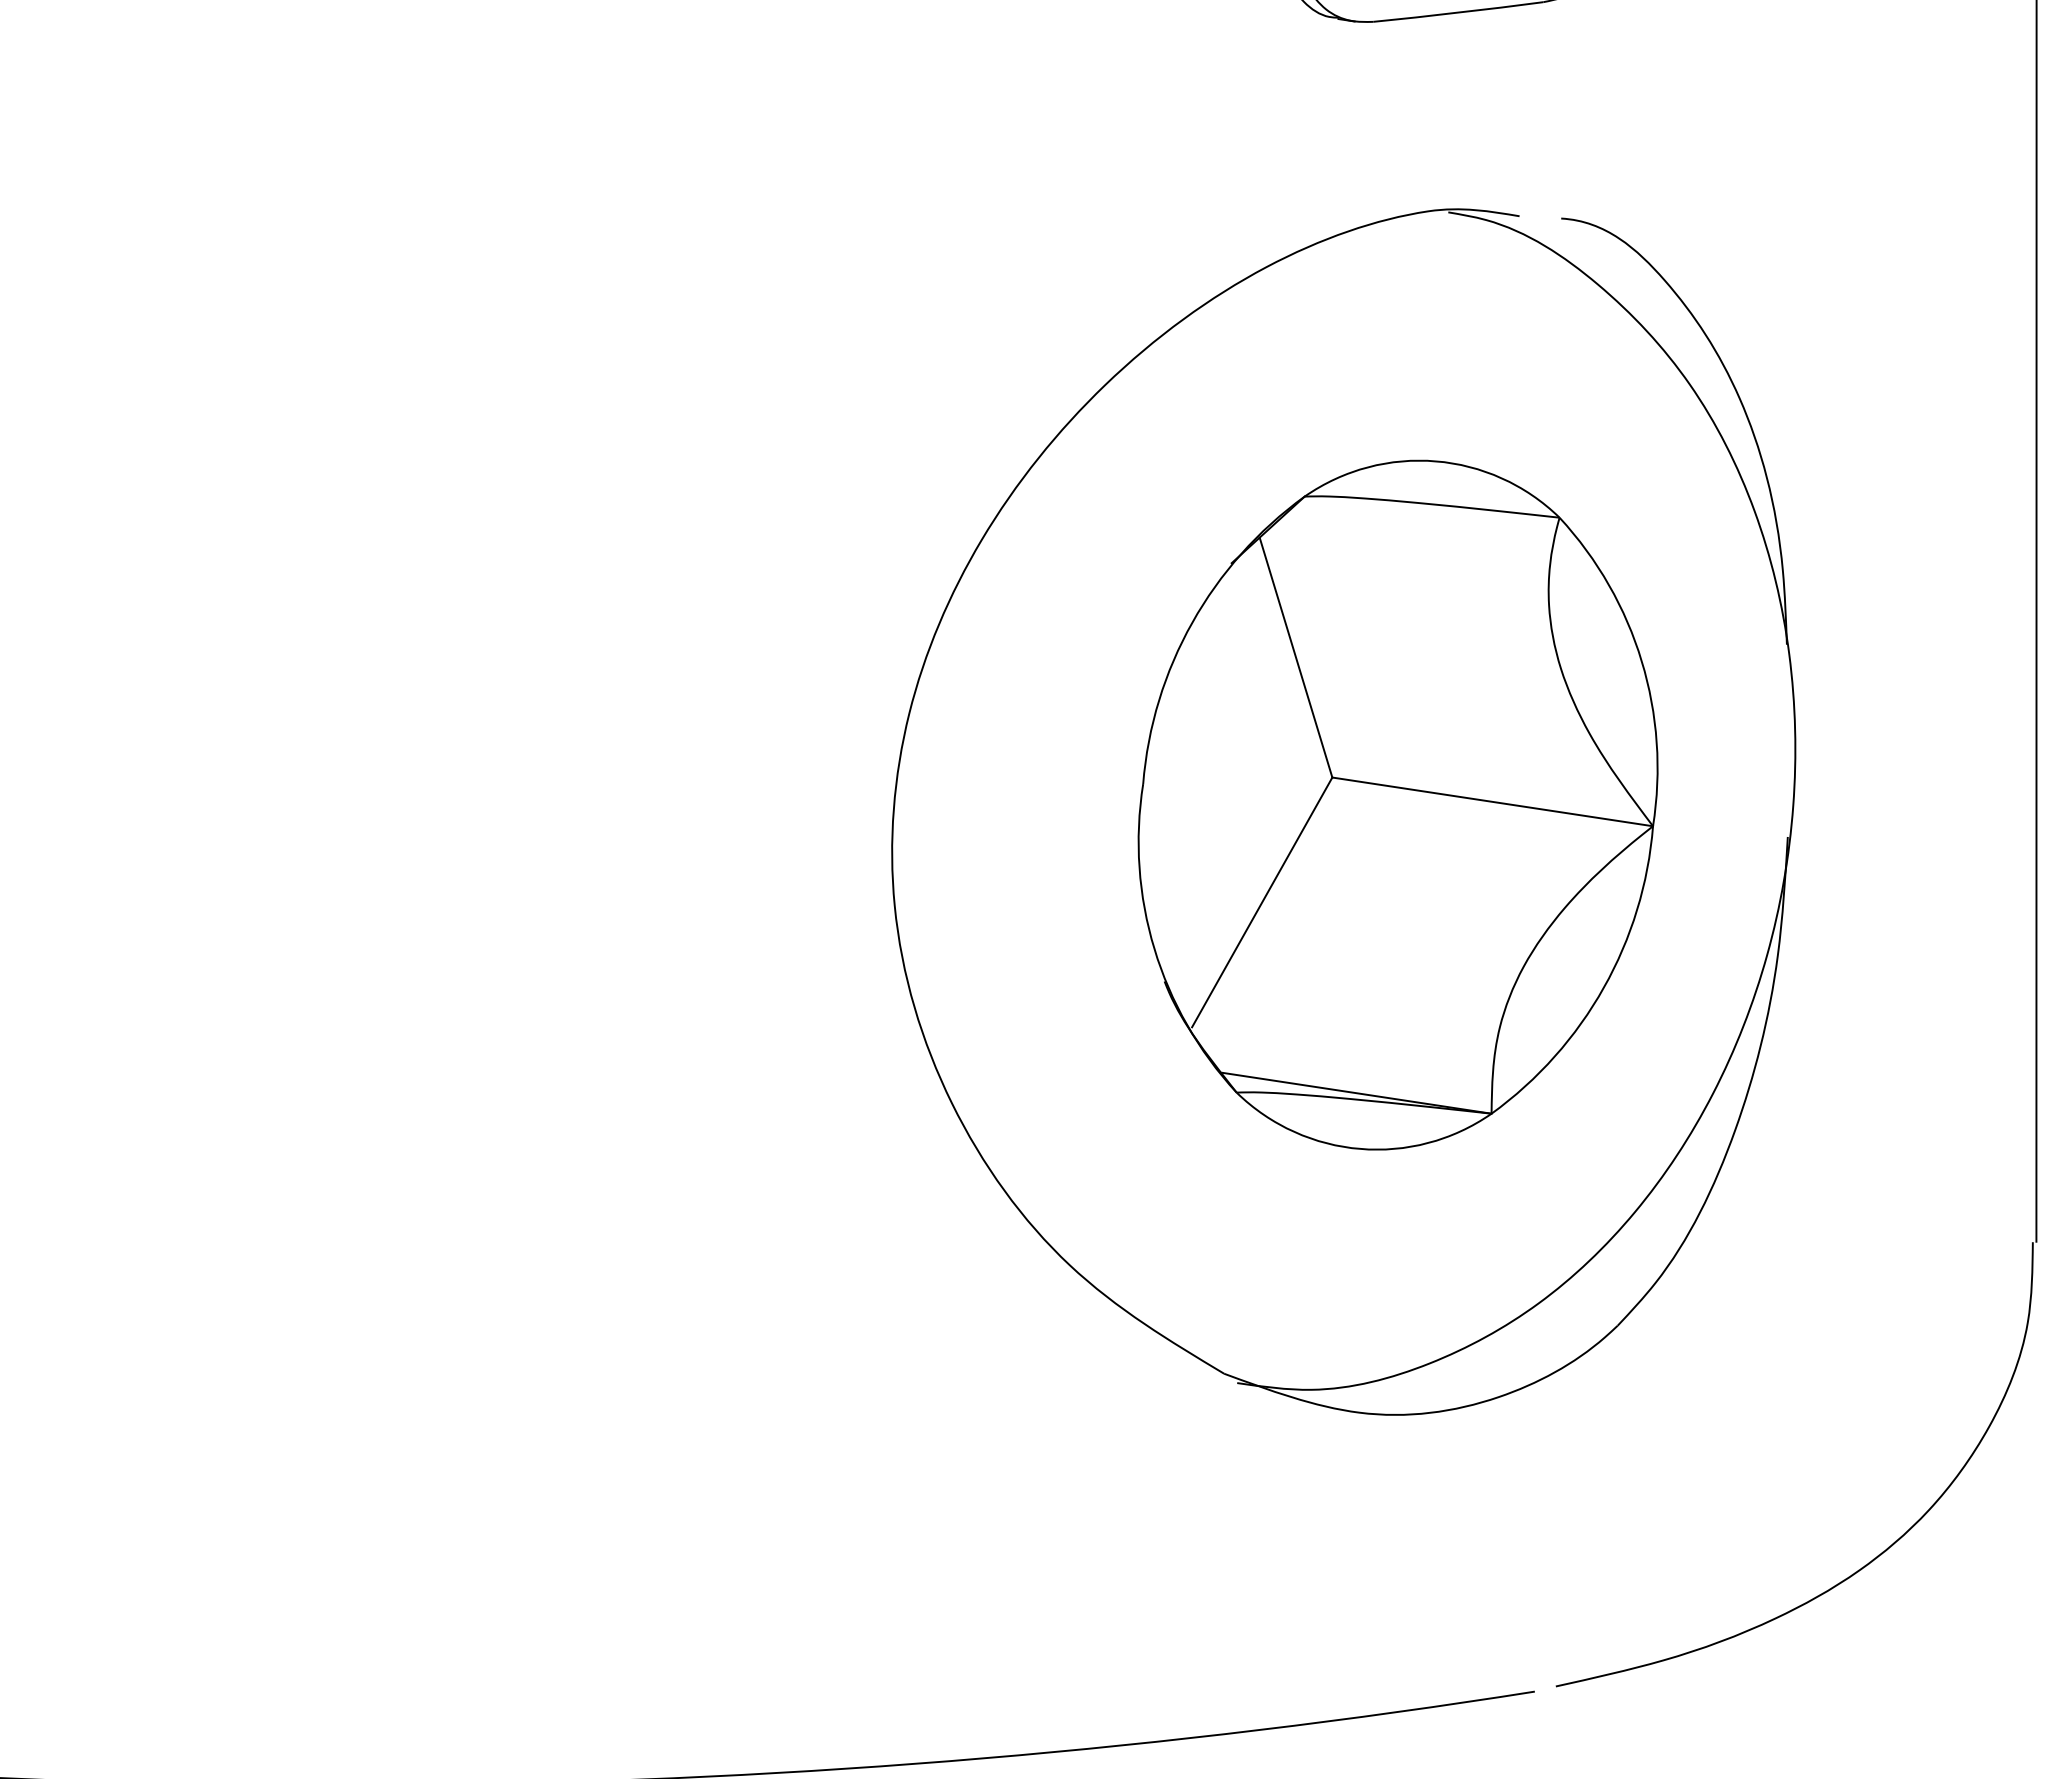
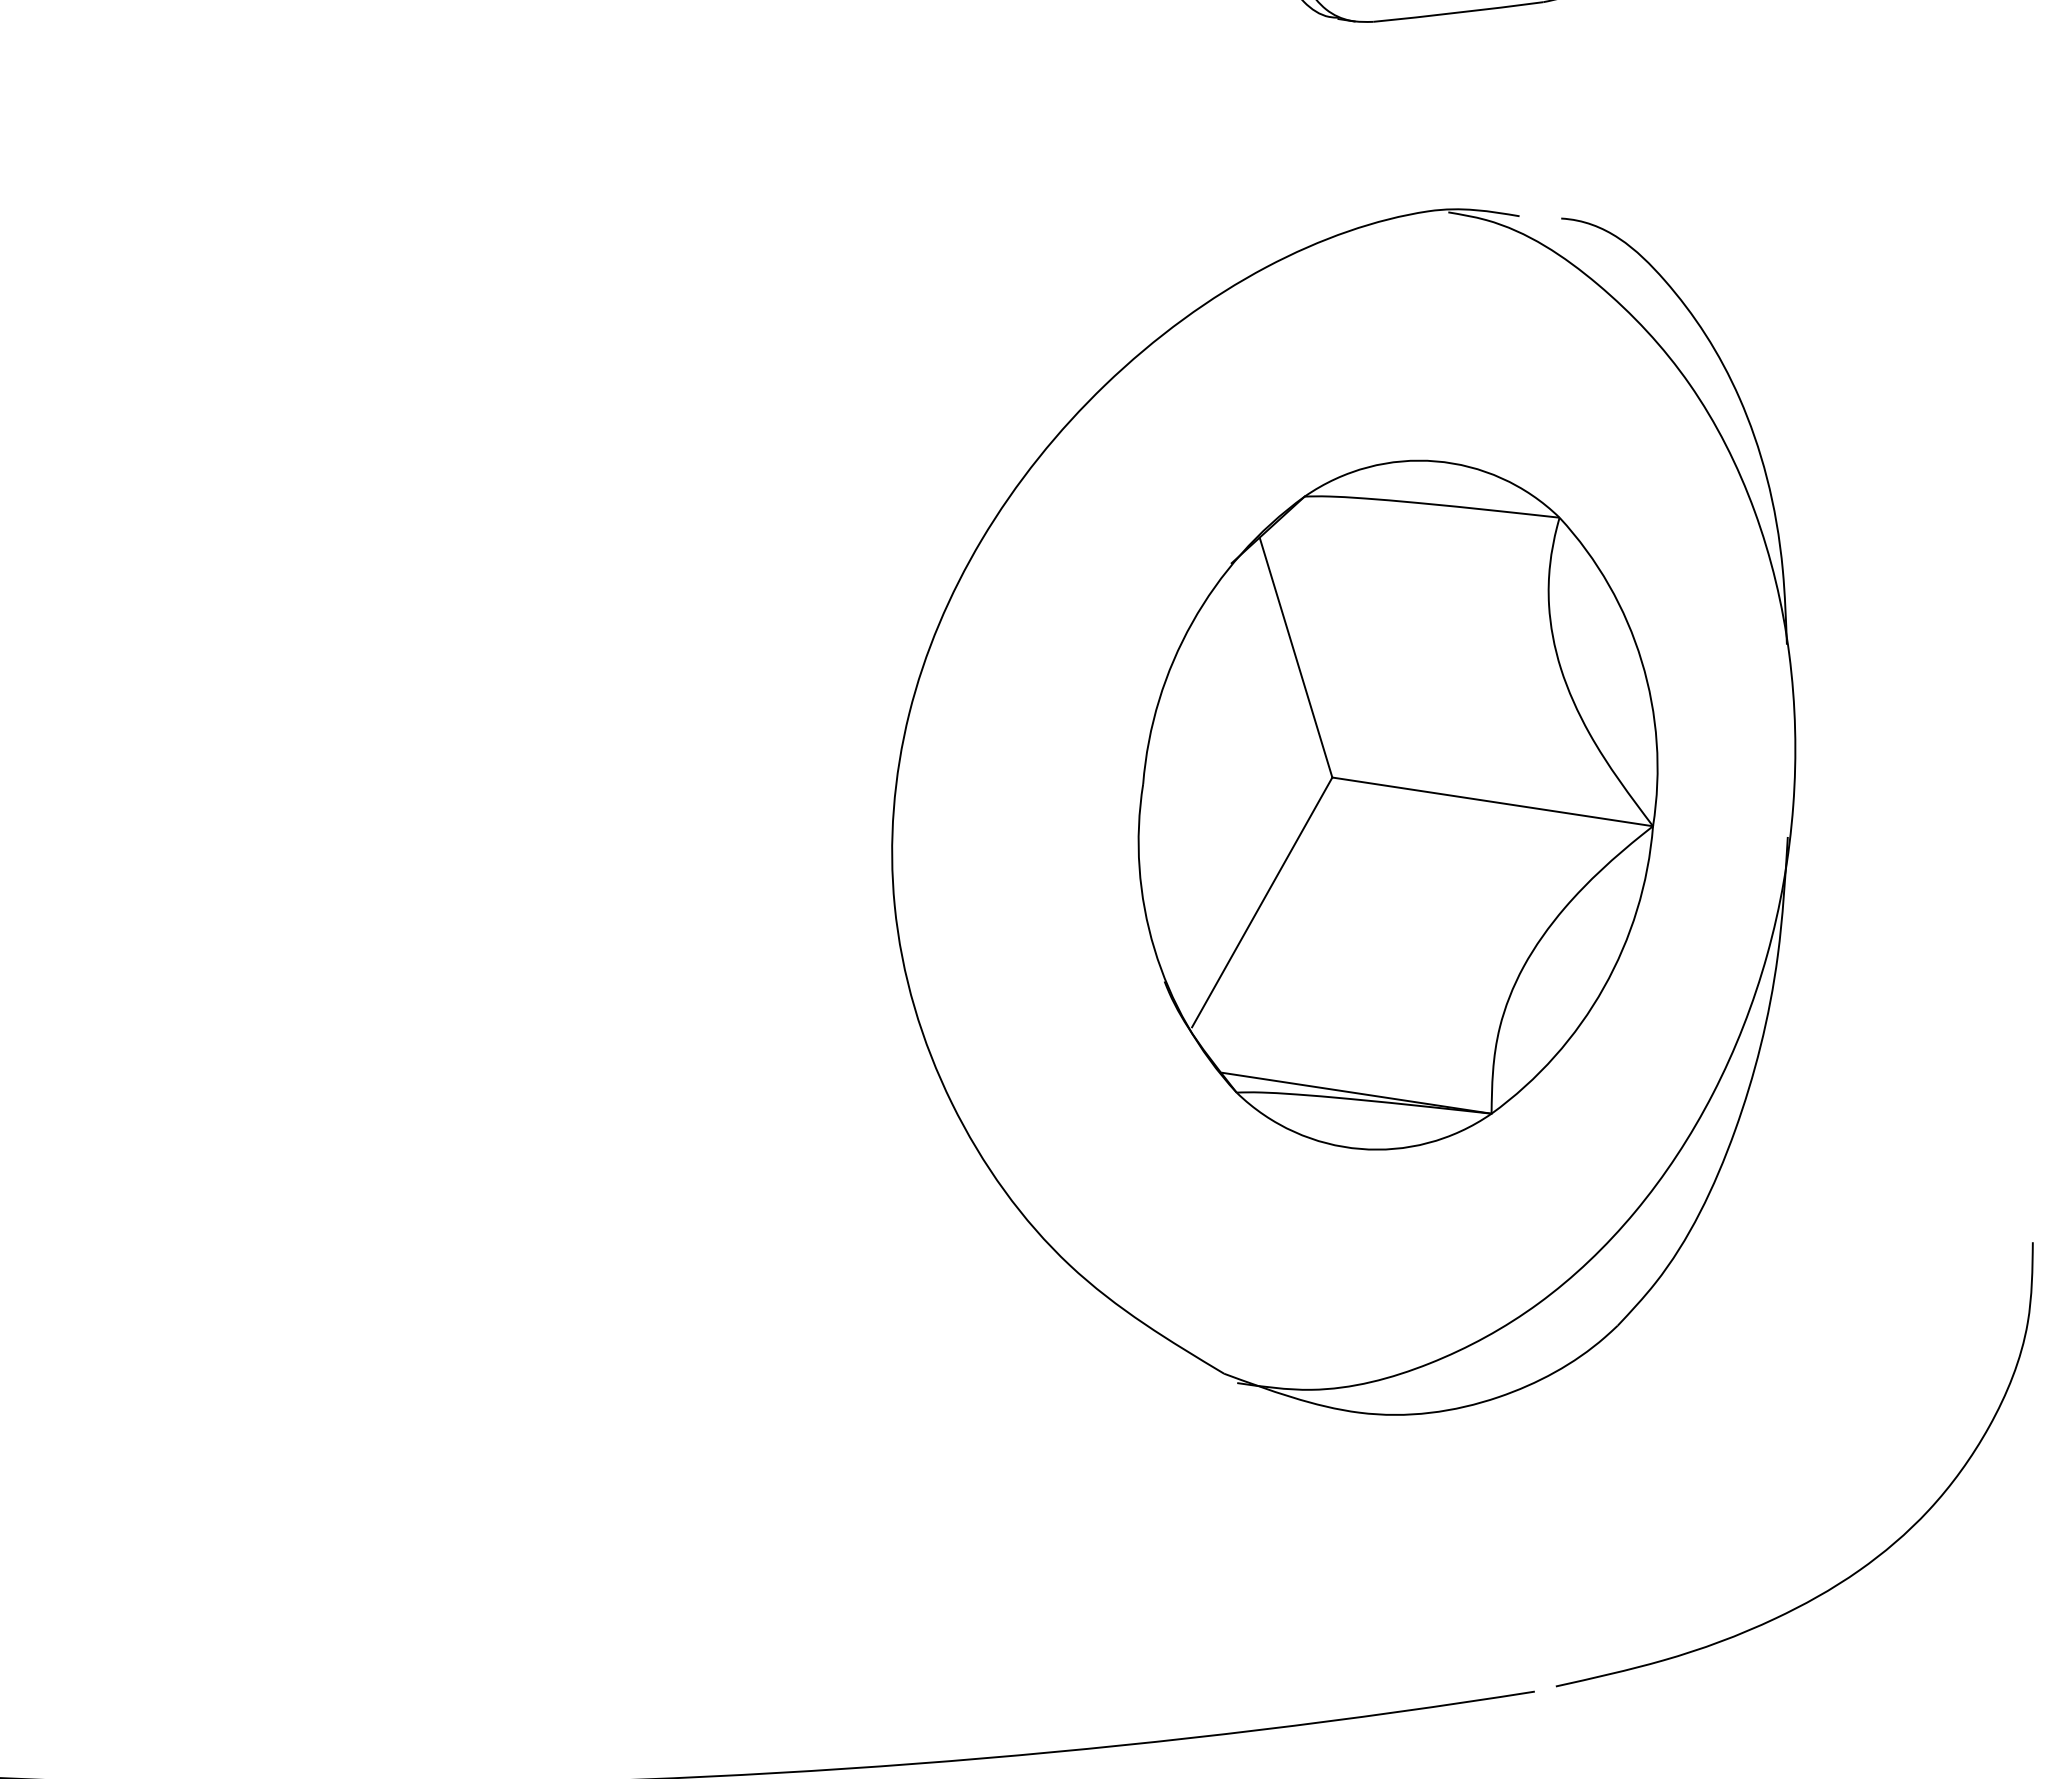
line at (2036, 621): present -> none
